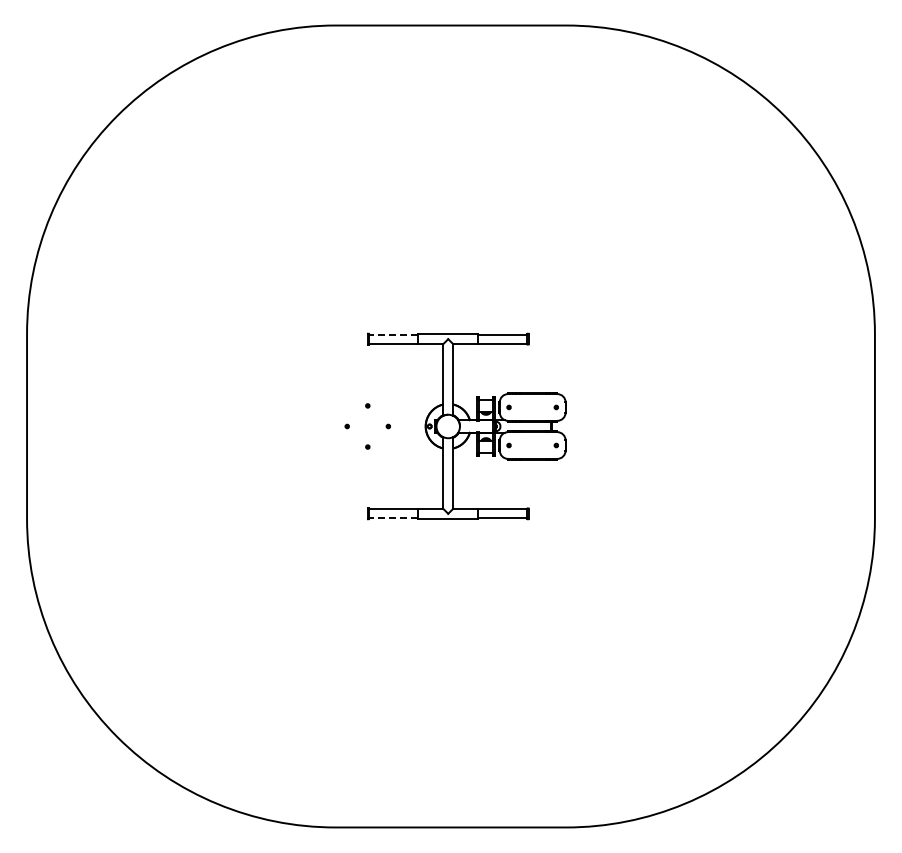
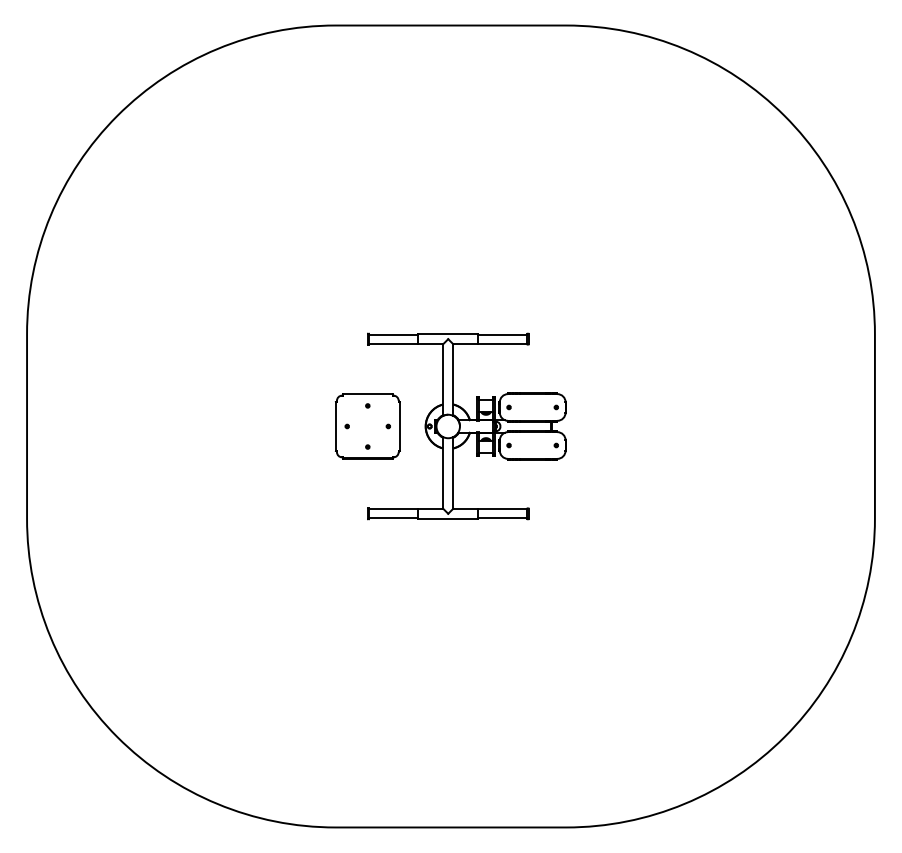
line at (393, 334): dashed -> solid
part at (367, 426): none -> present
line at (393, 518): dashed -> solid
